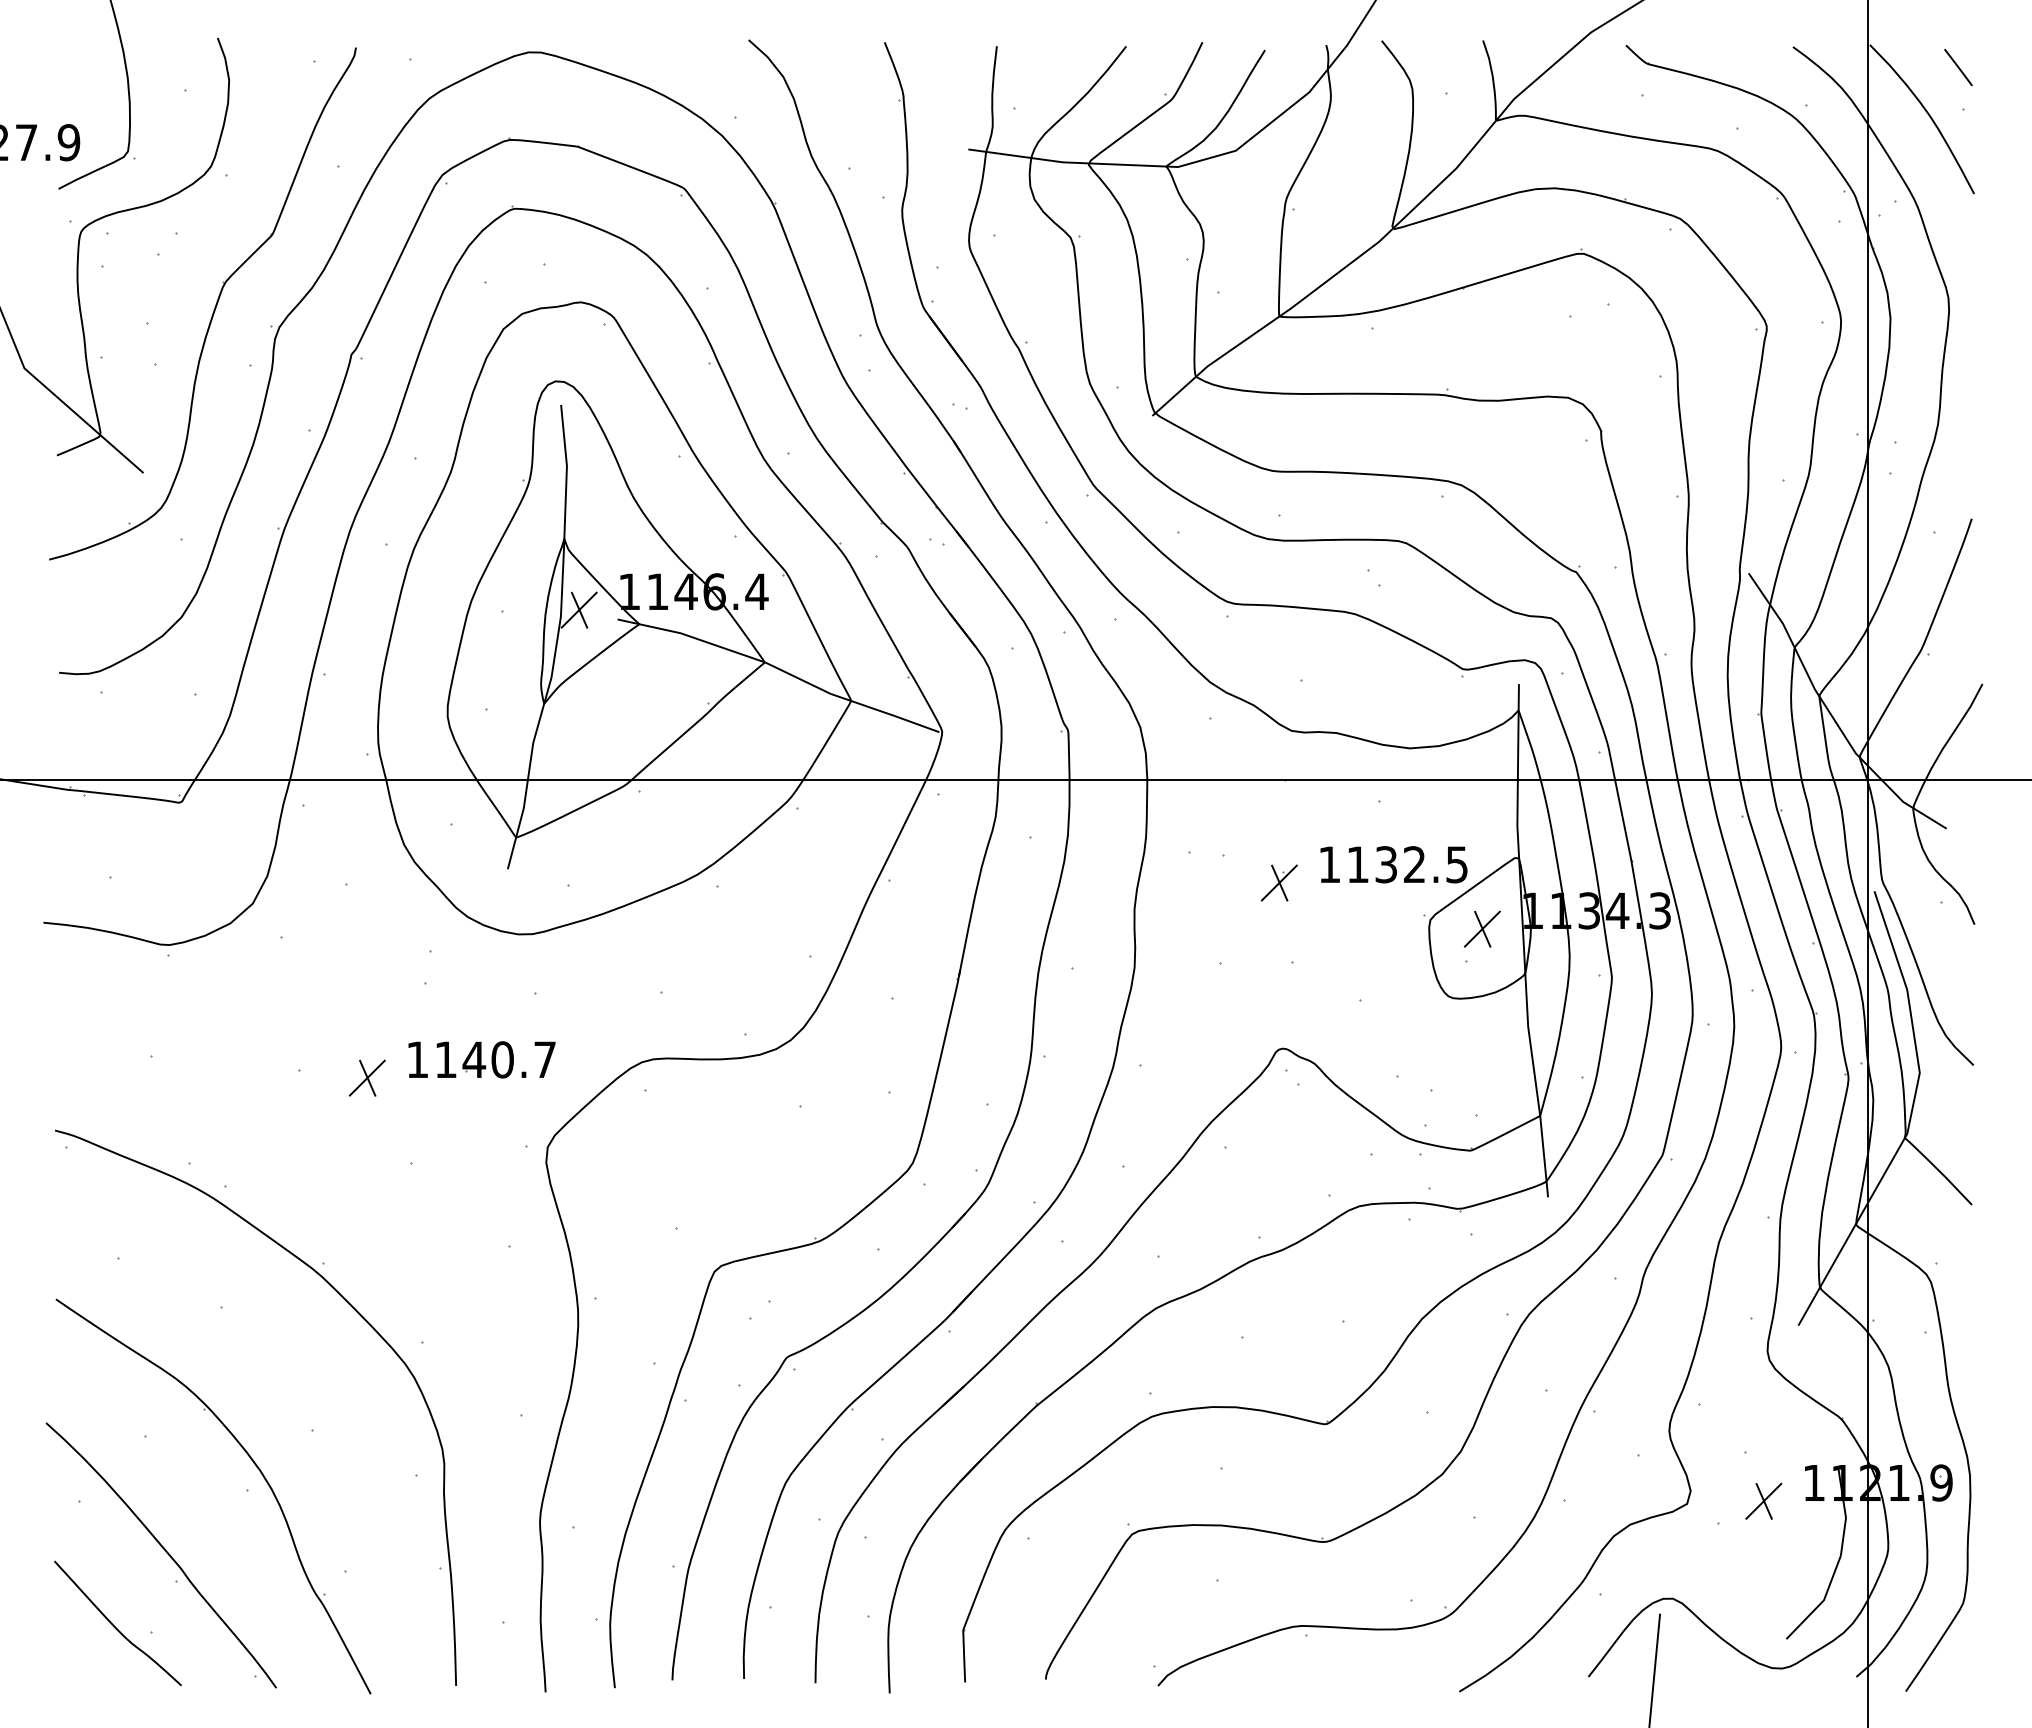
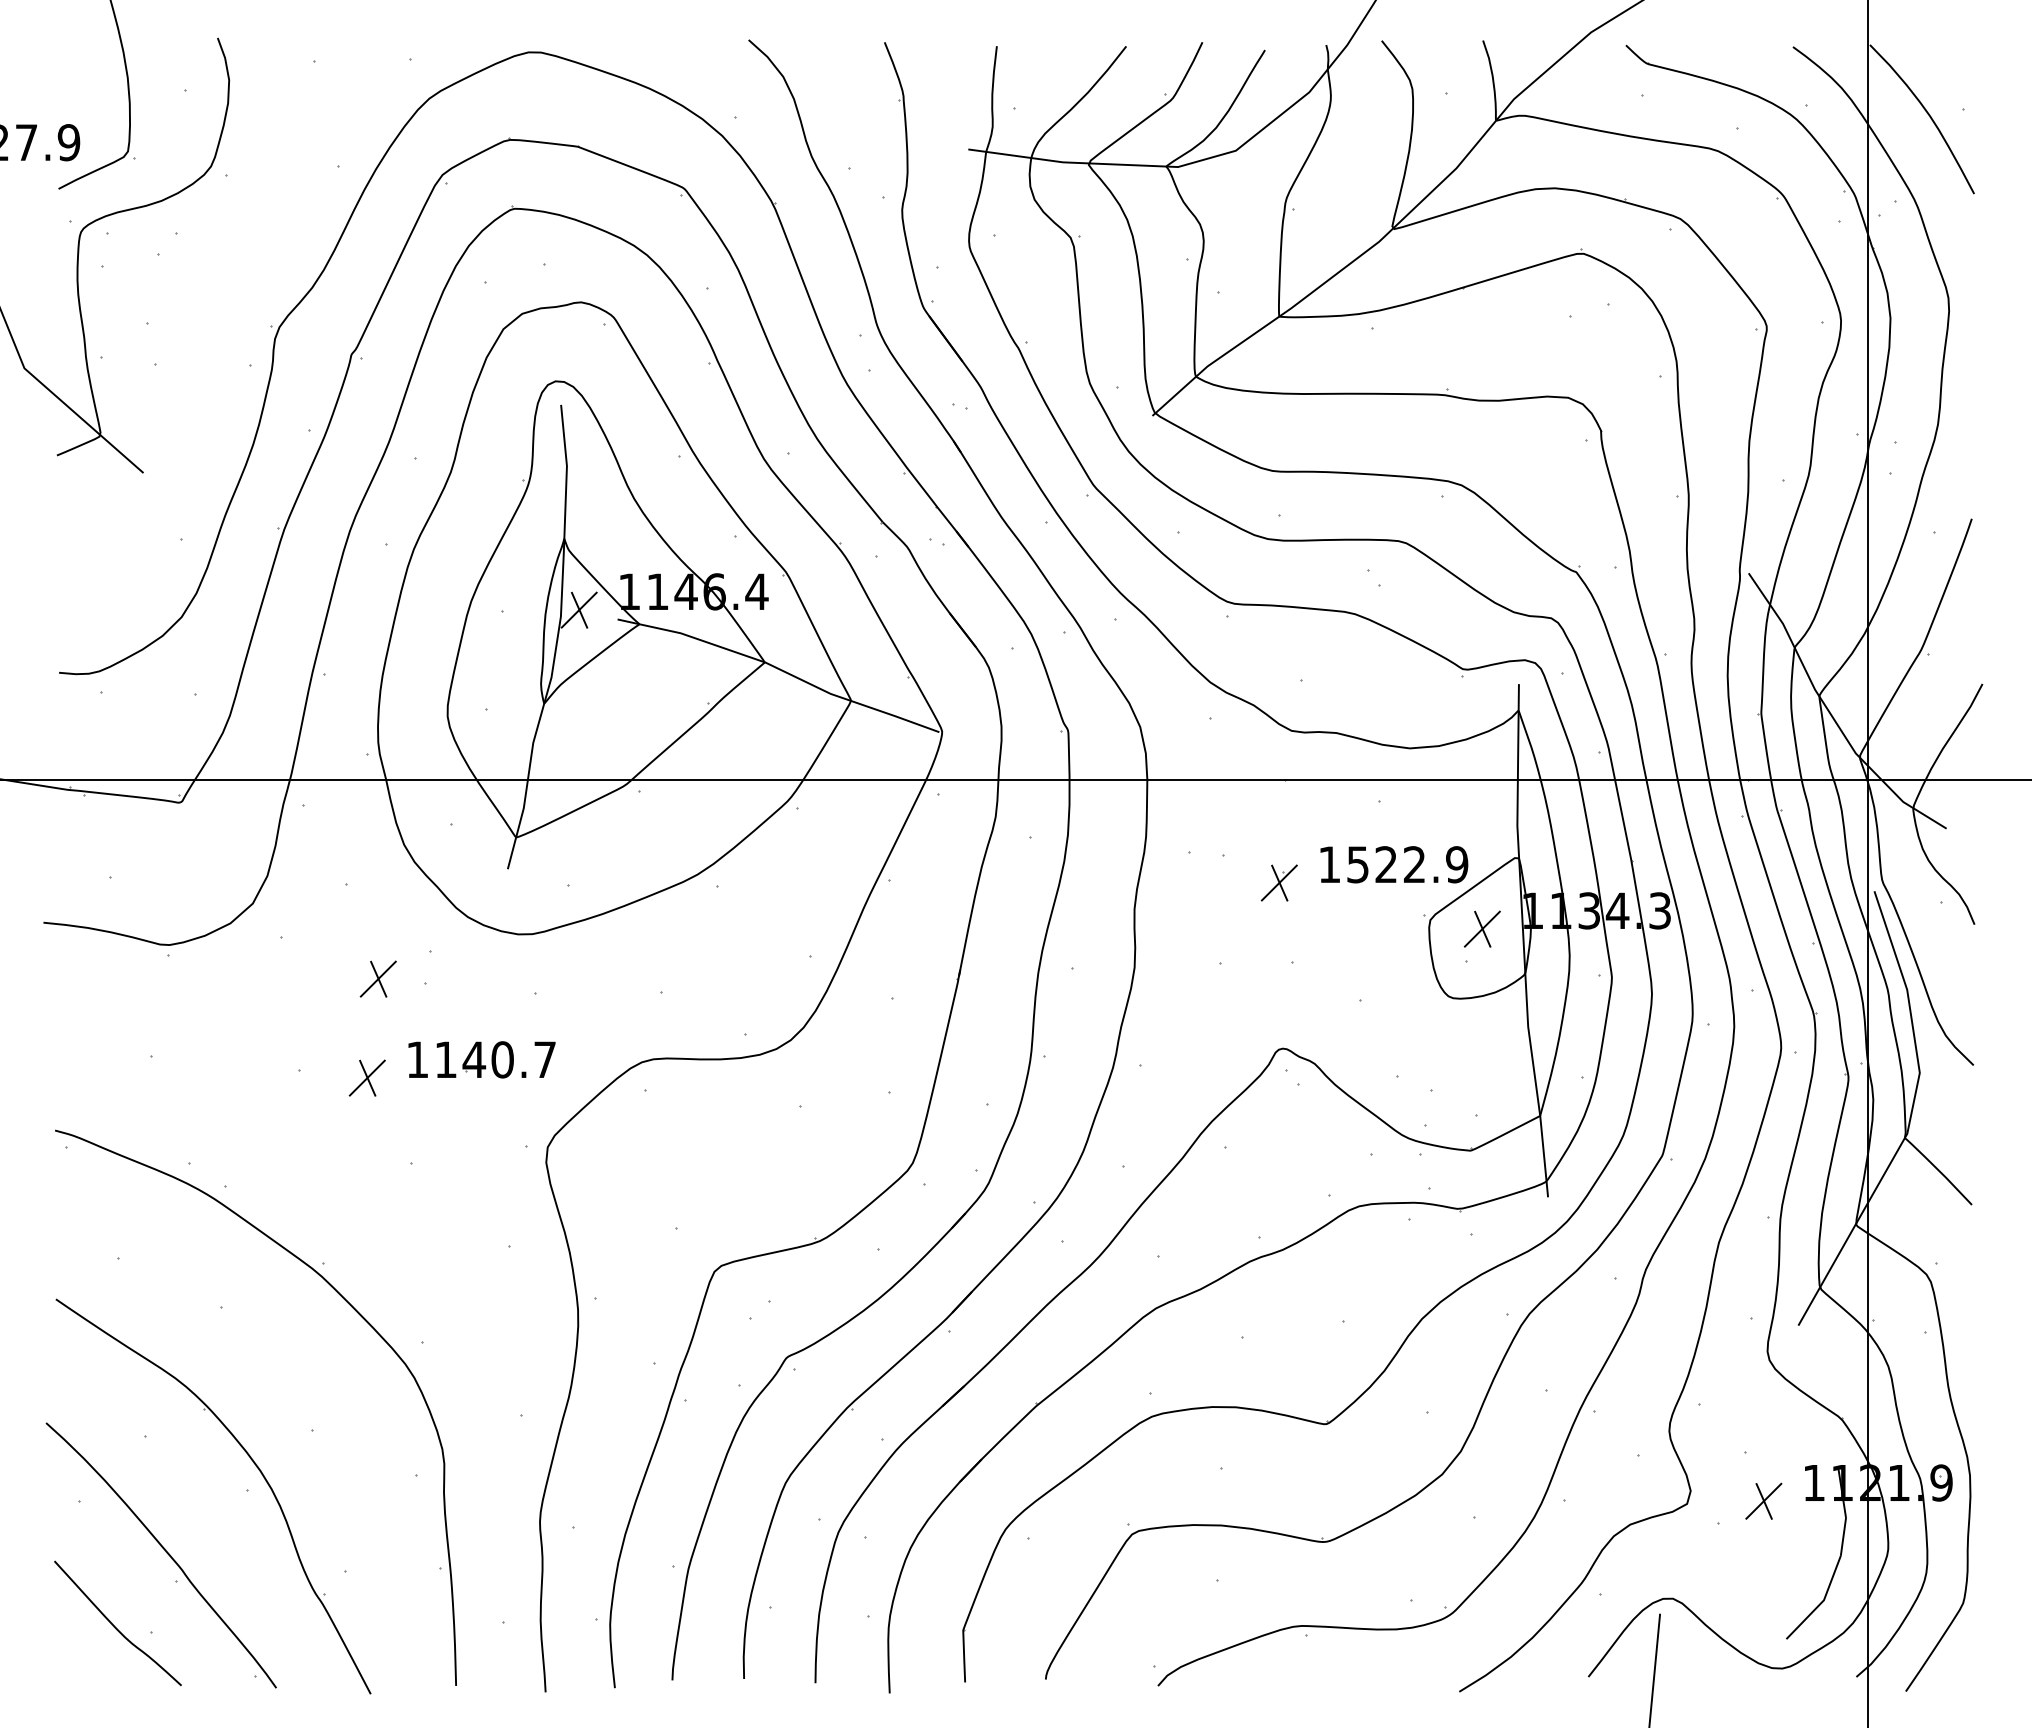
line at (1958, 67): present -> none
part at (214, 307): present -> none
text at (1407, 864): 1132.5 -> 1522.9
part at (377, 978): none -> present
